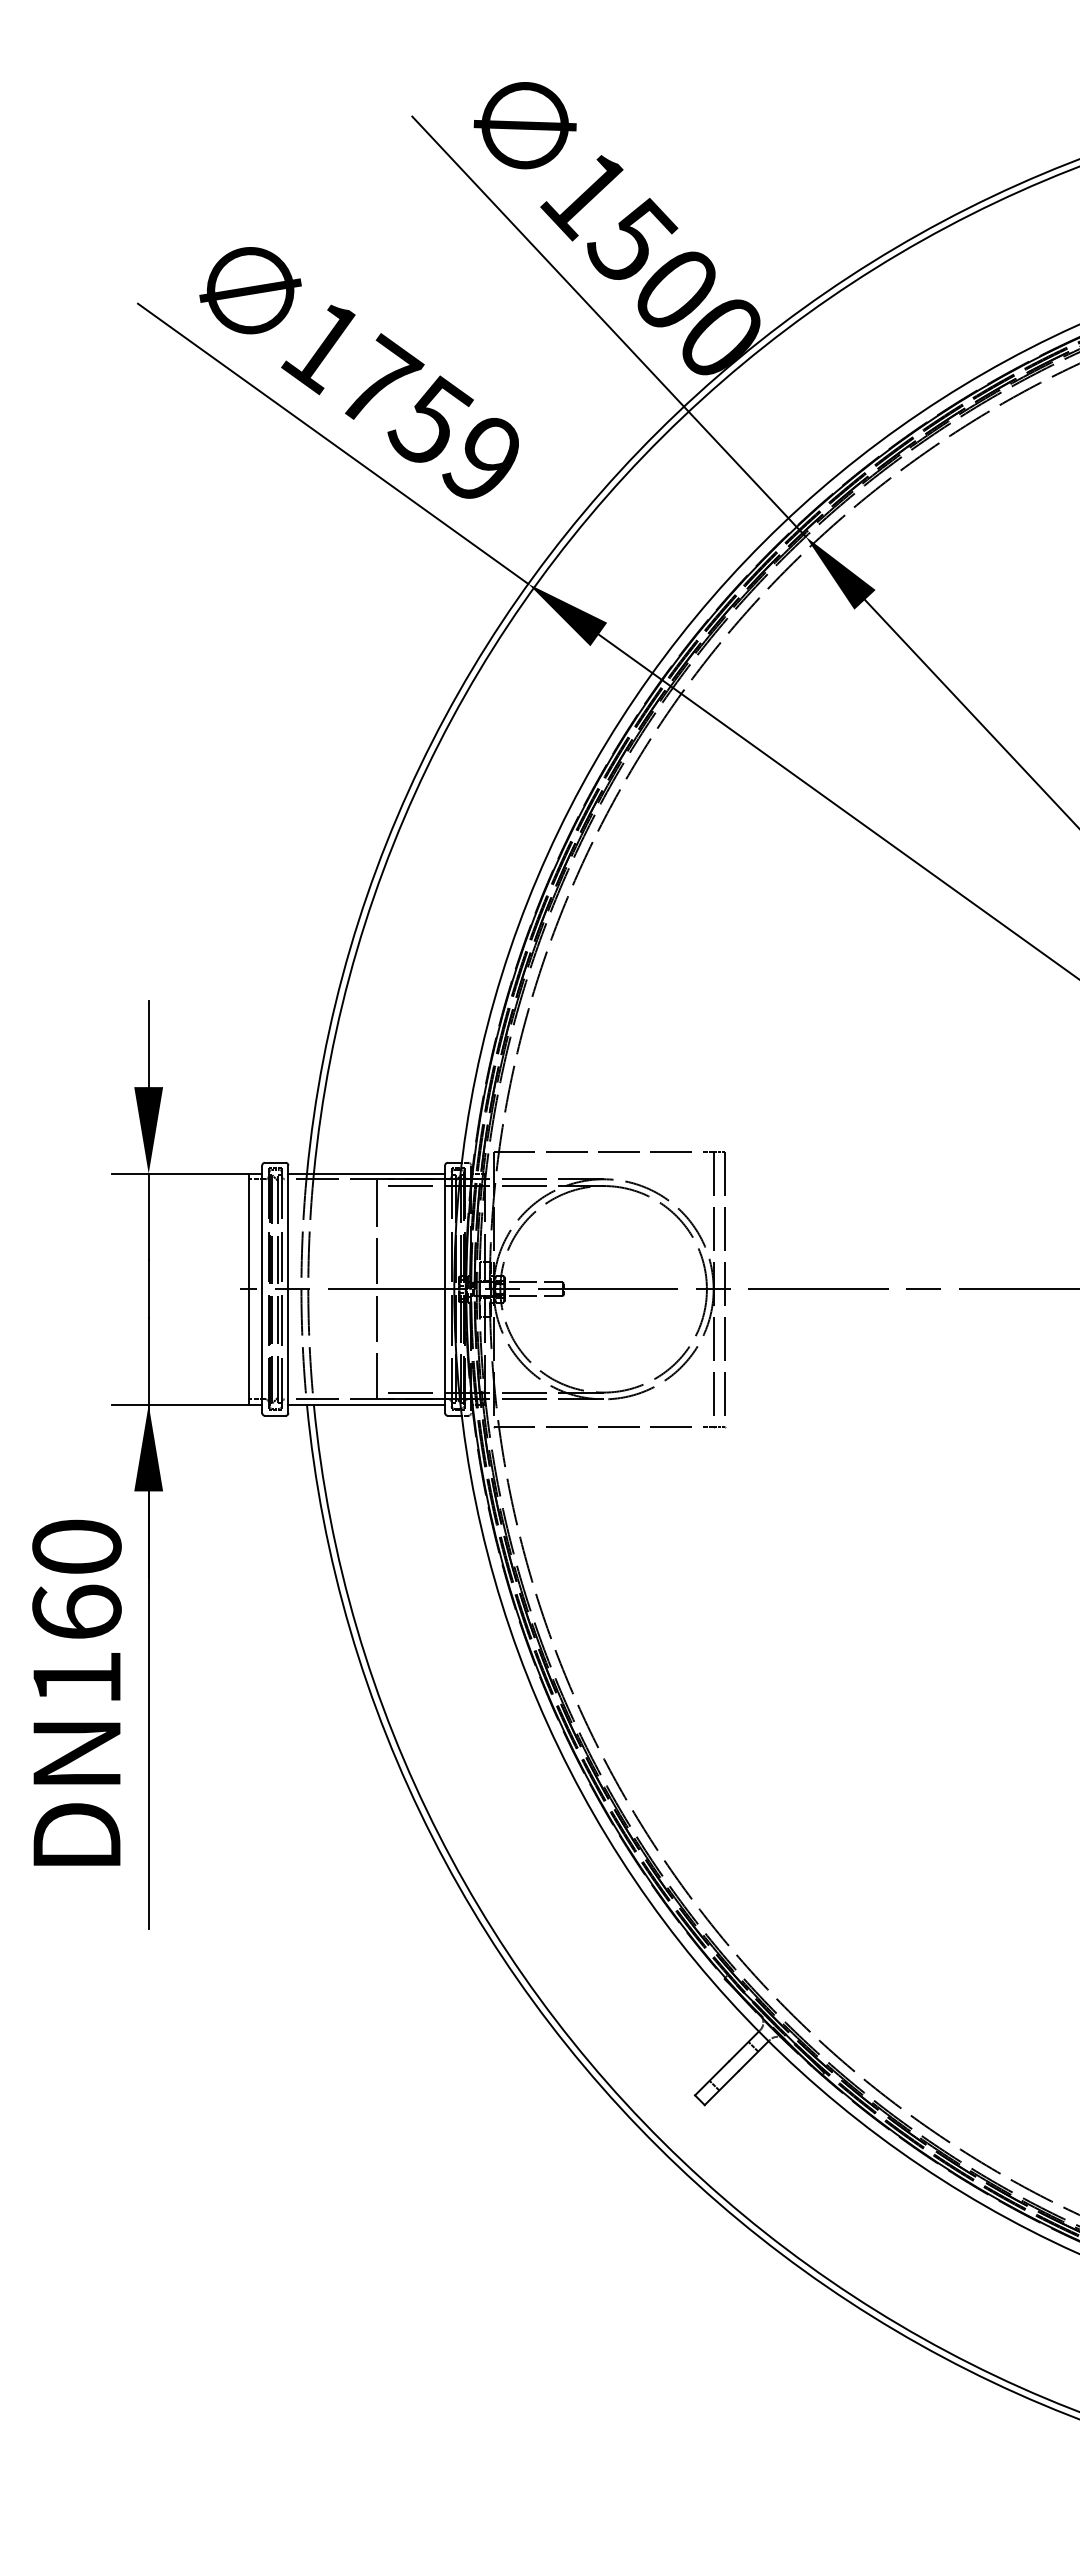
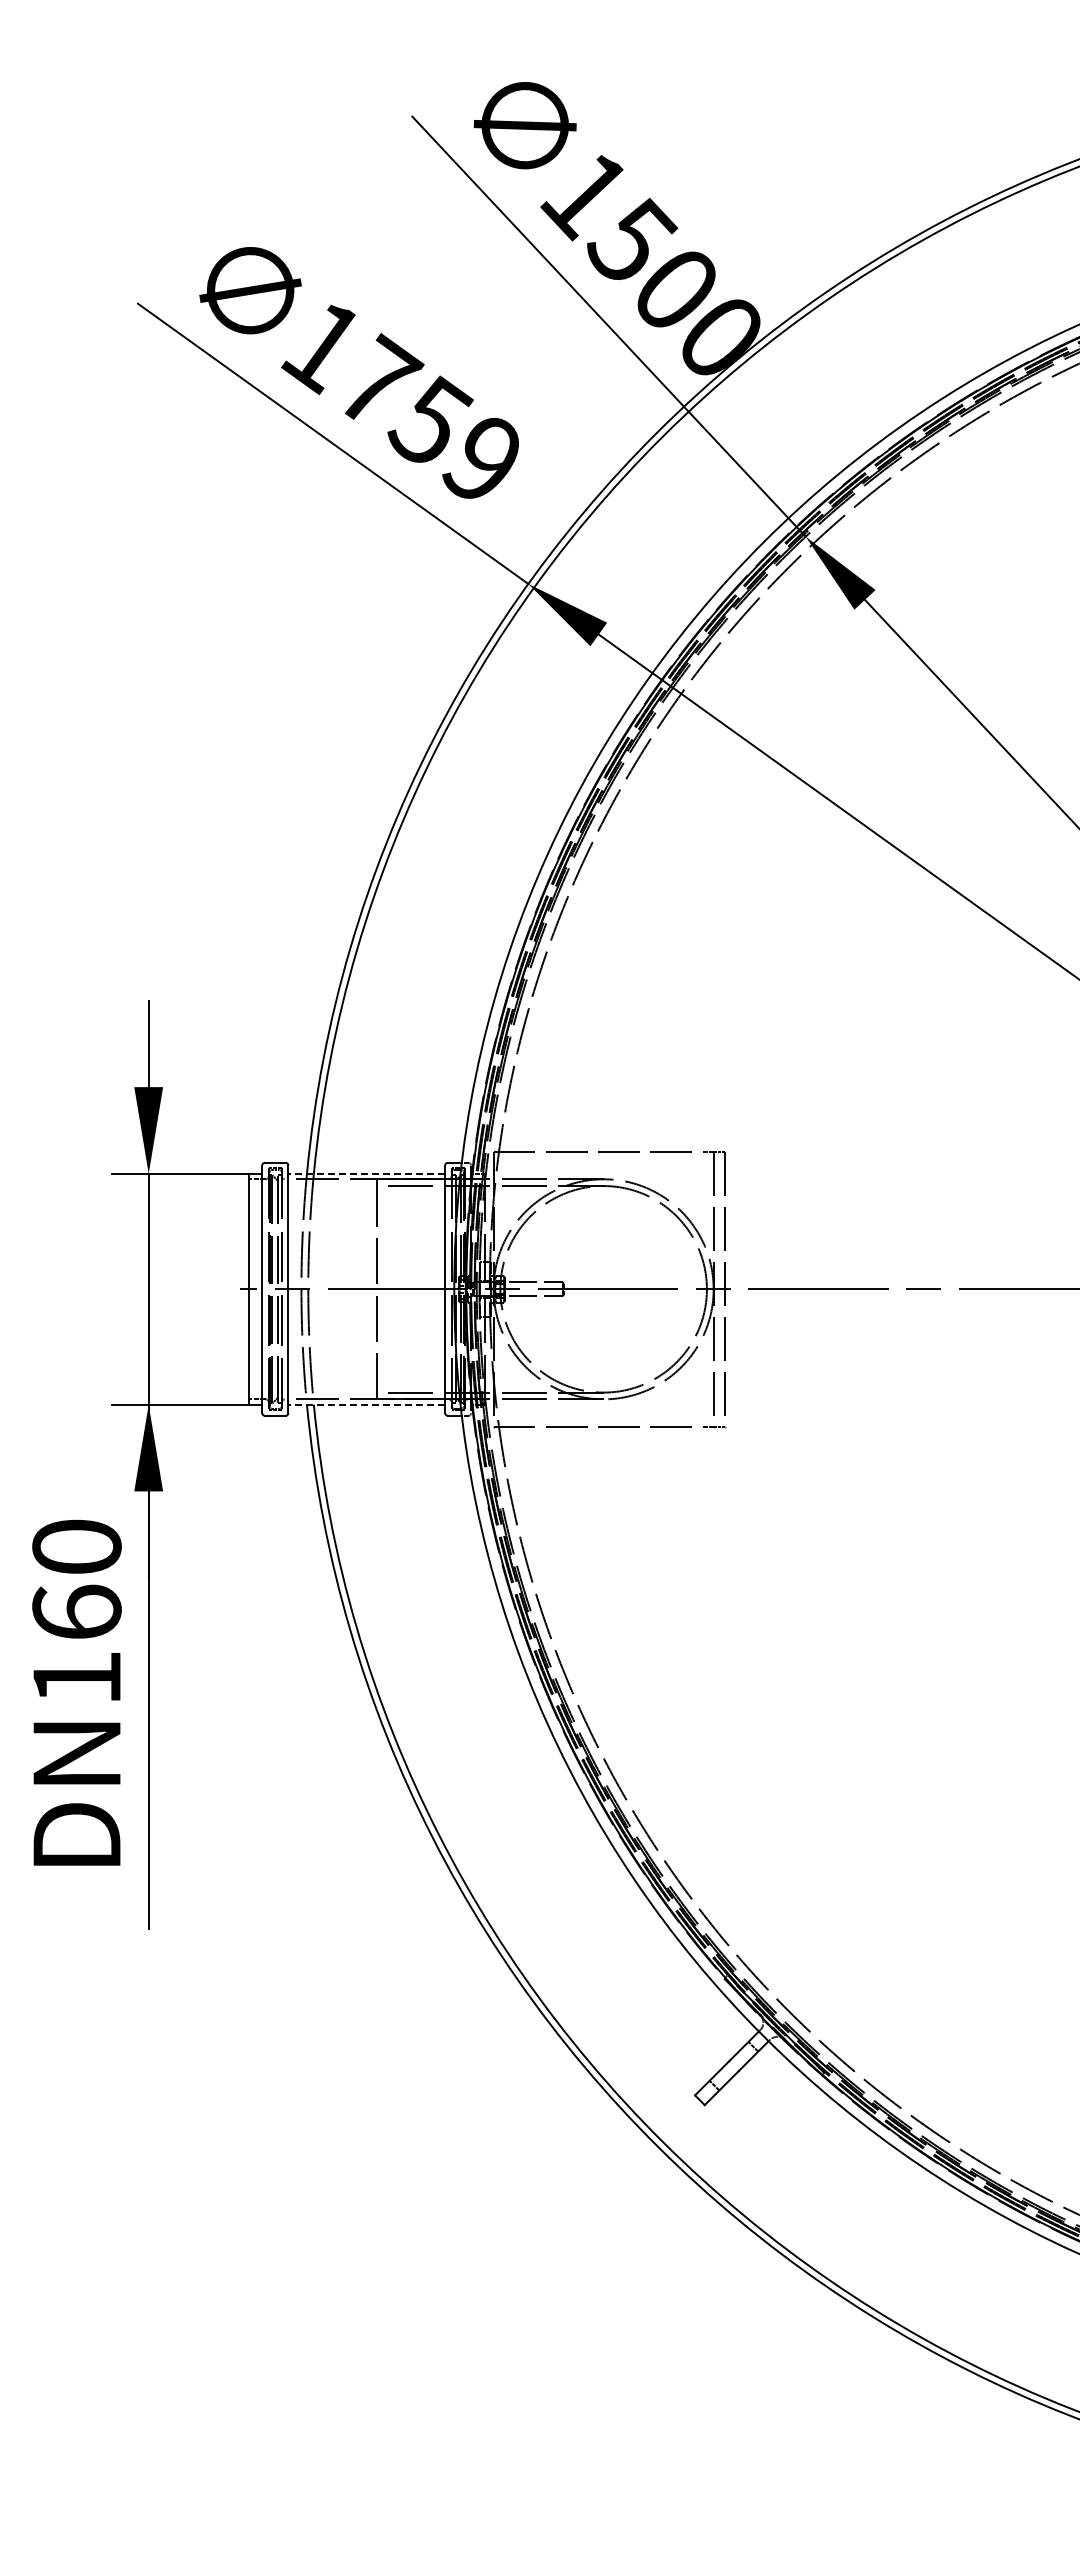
line at (366, 1173): solid -> dashed
line at (366, 1404): solid -> dashed
